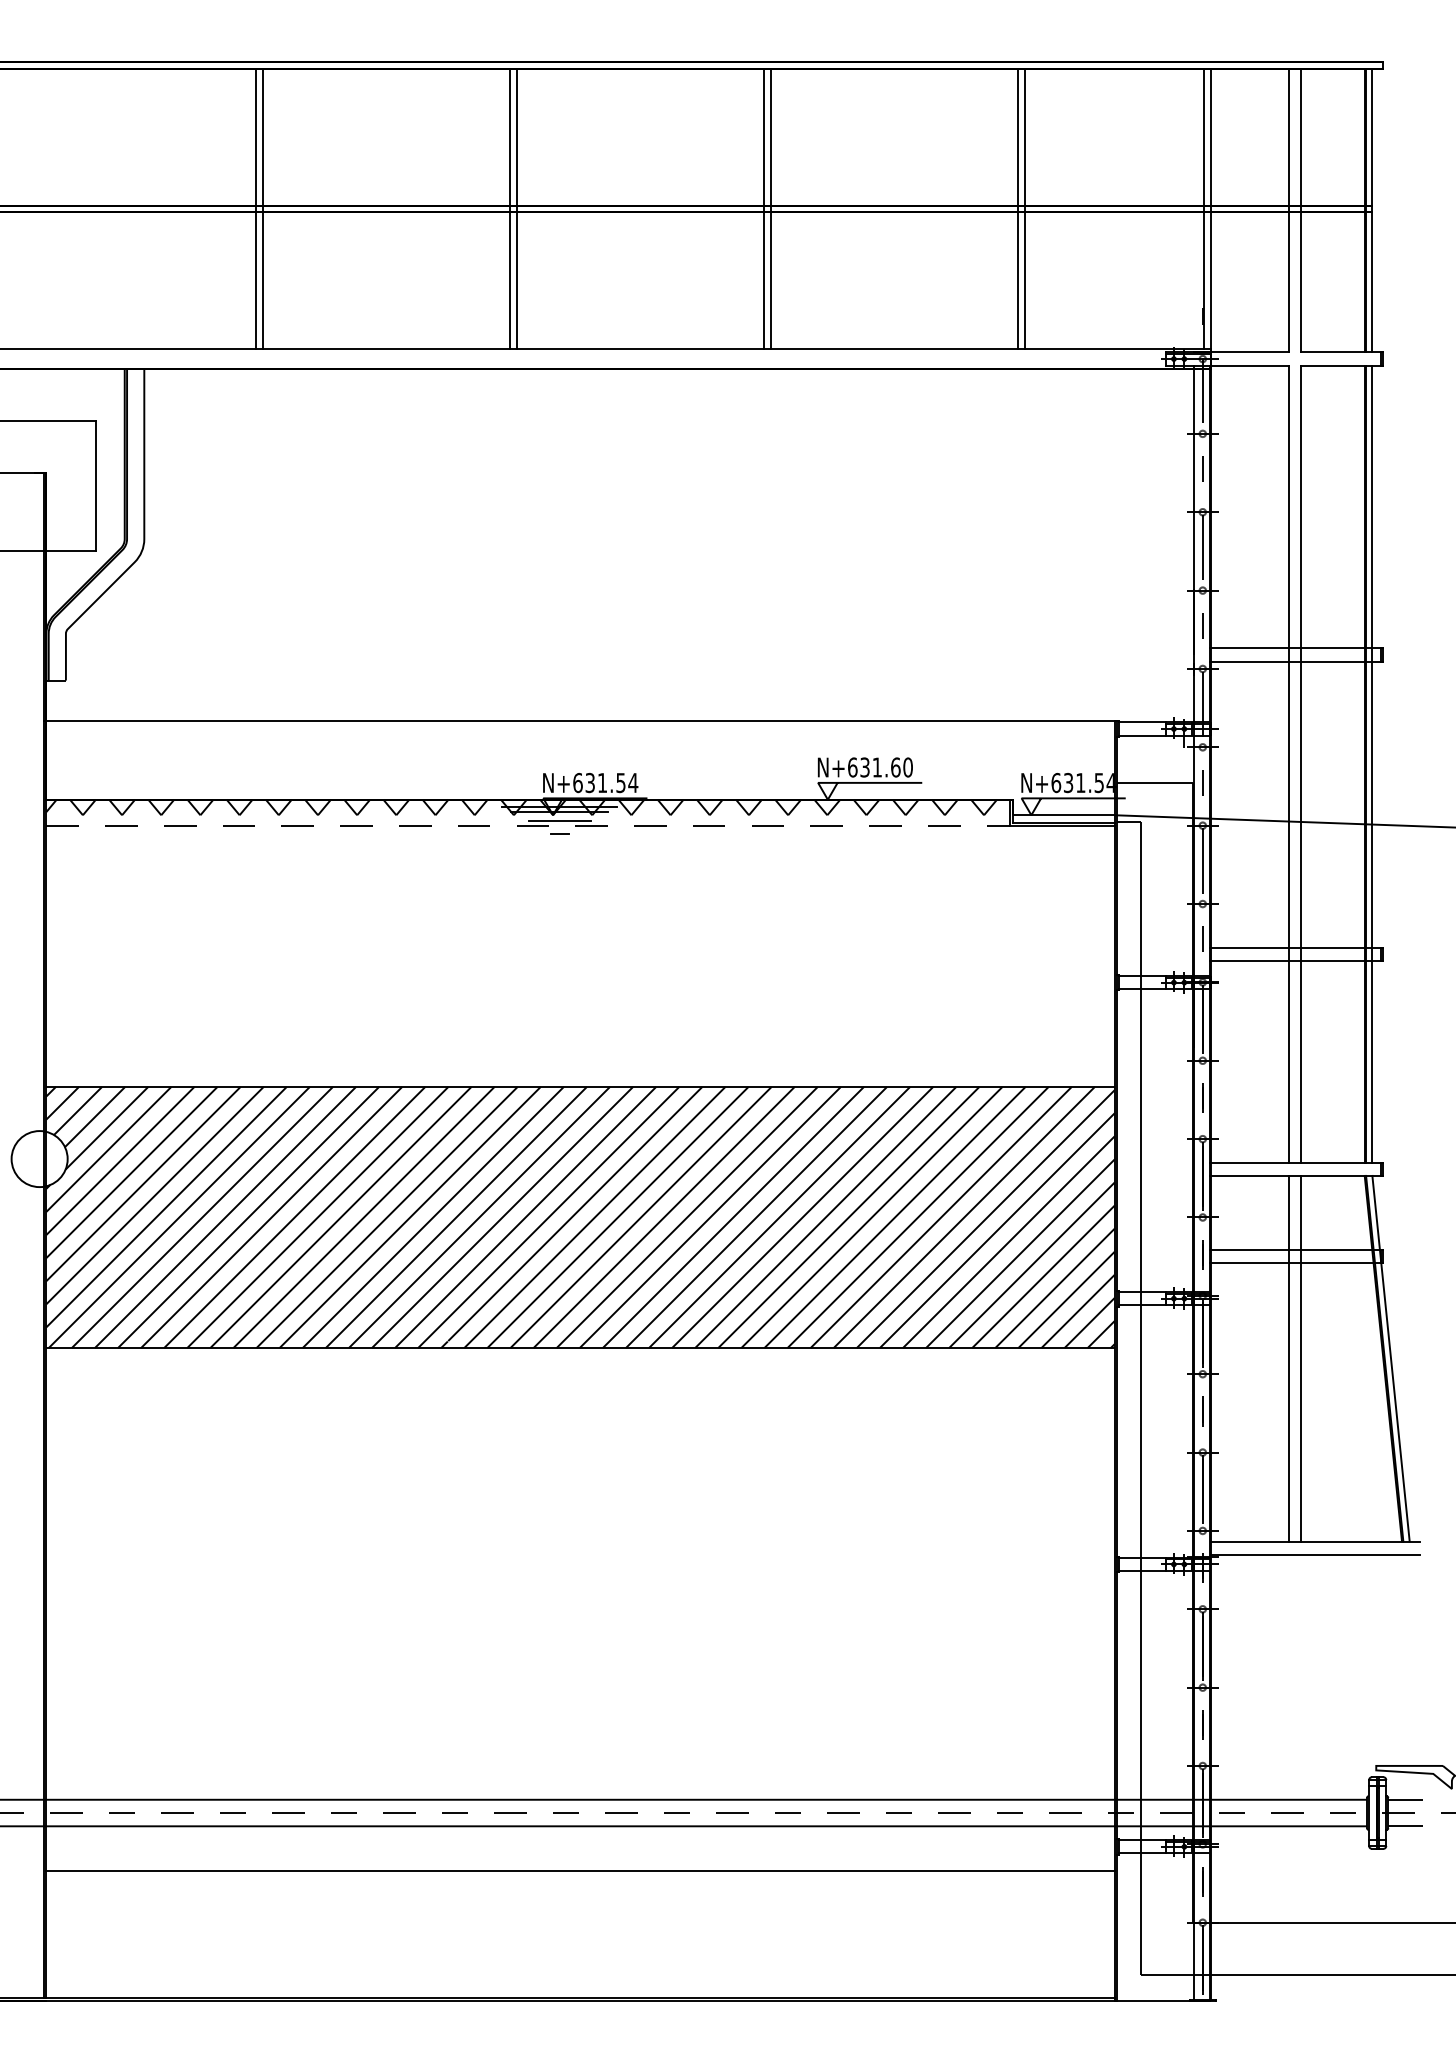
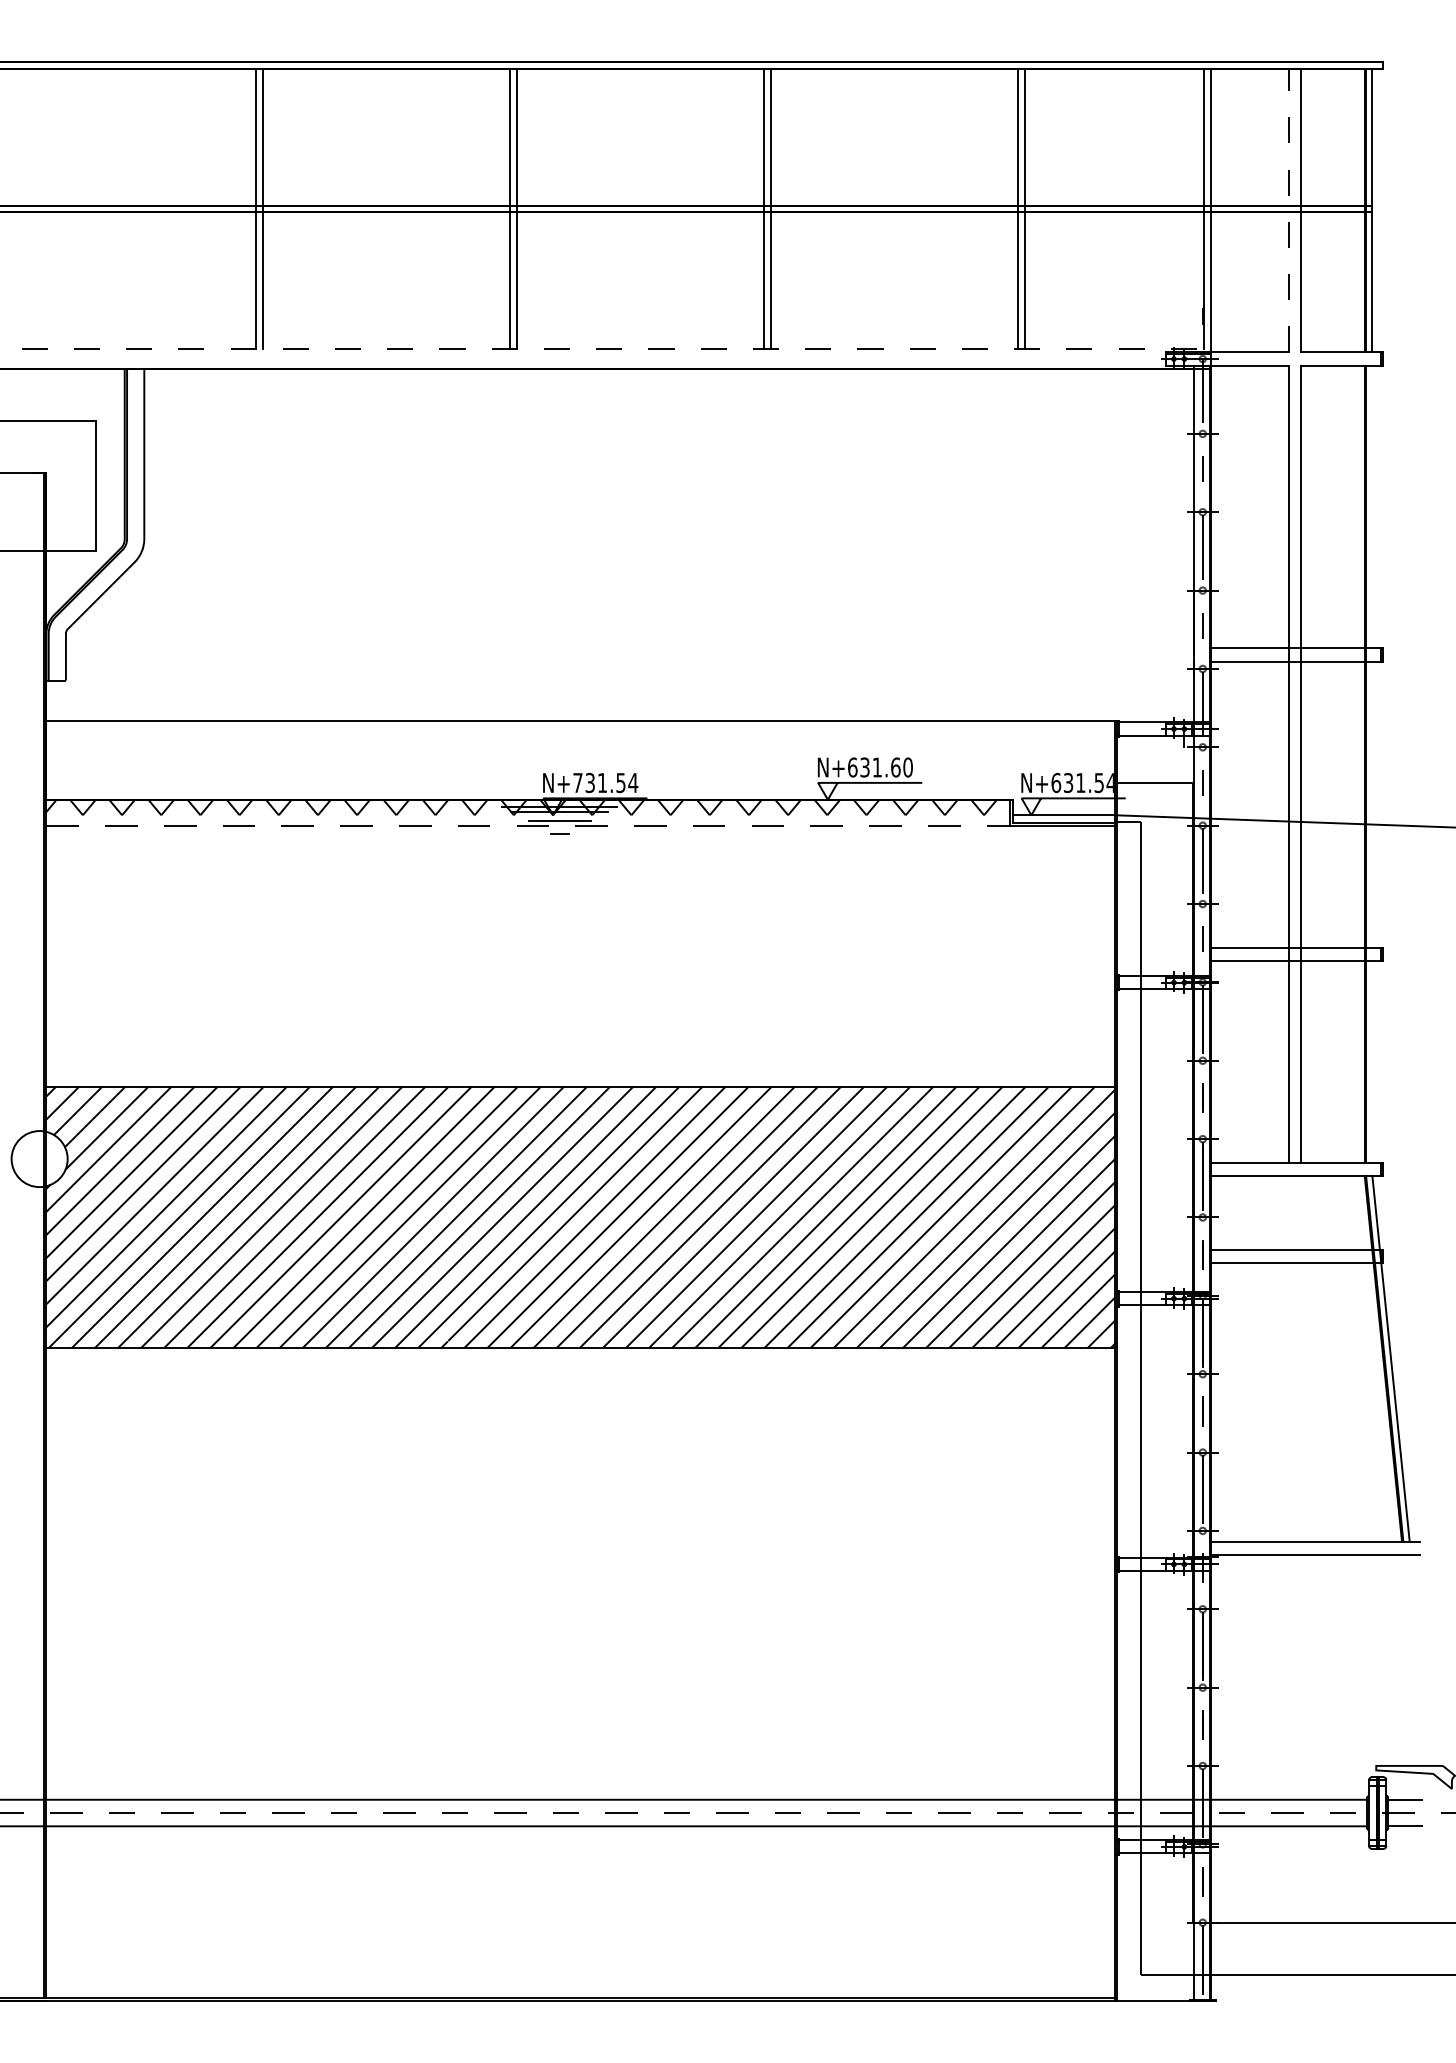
line at (1288, 210): solid -> dashed
line at (606, 349): solid -> dashed
line at (1372, 763): present -> none
text at (577, 782): N+631.54 -> N+731.54
line at (1288, 1358): present -> none
line at (1301, 1358): present -> none
line at (580, 1870): present -> none
